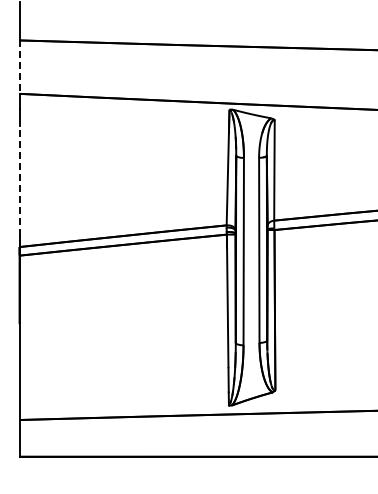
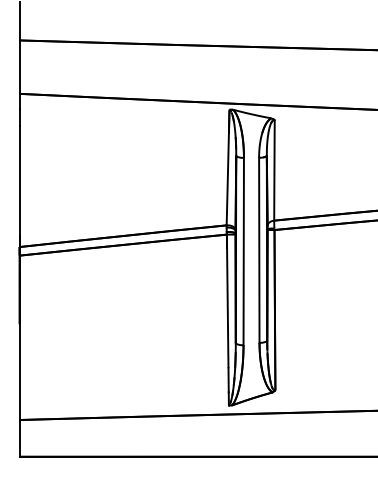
line at (19, 67): dashed -> solid
line at (19, 186): dashed -> solid
